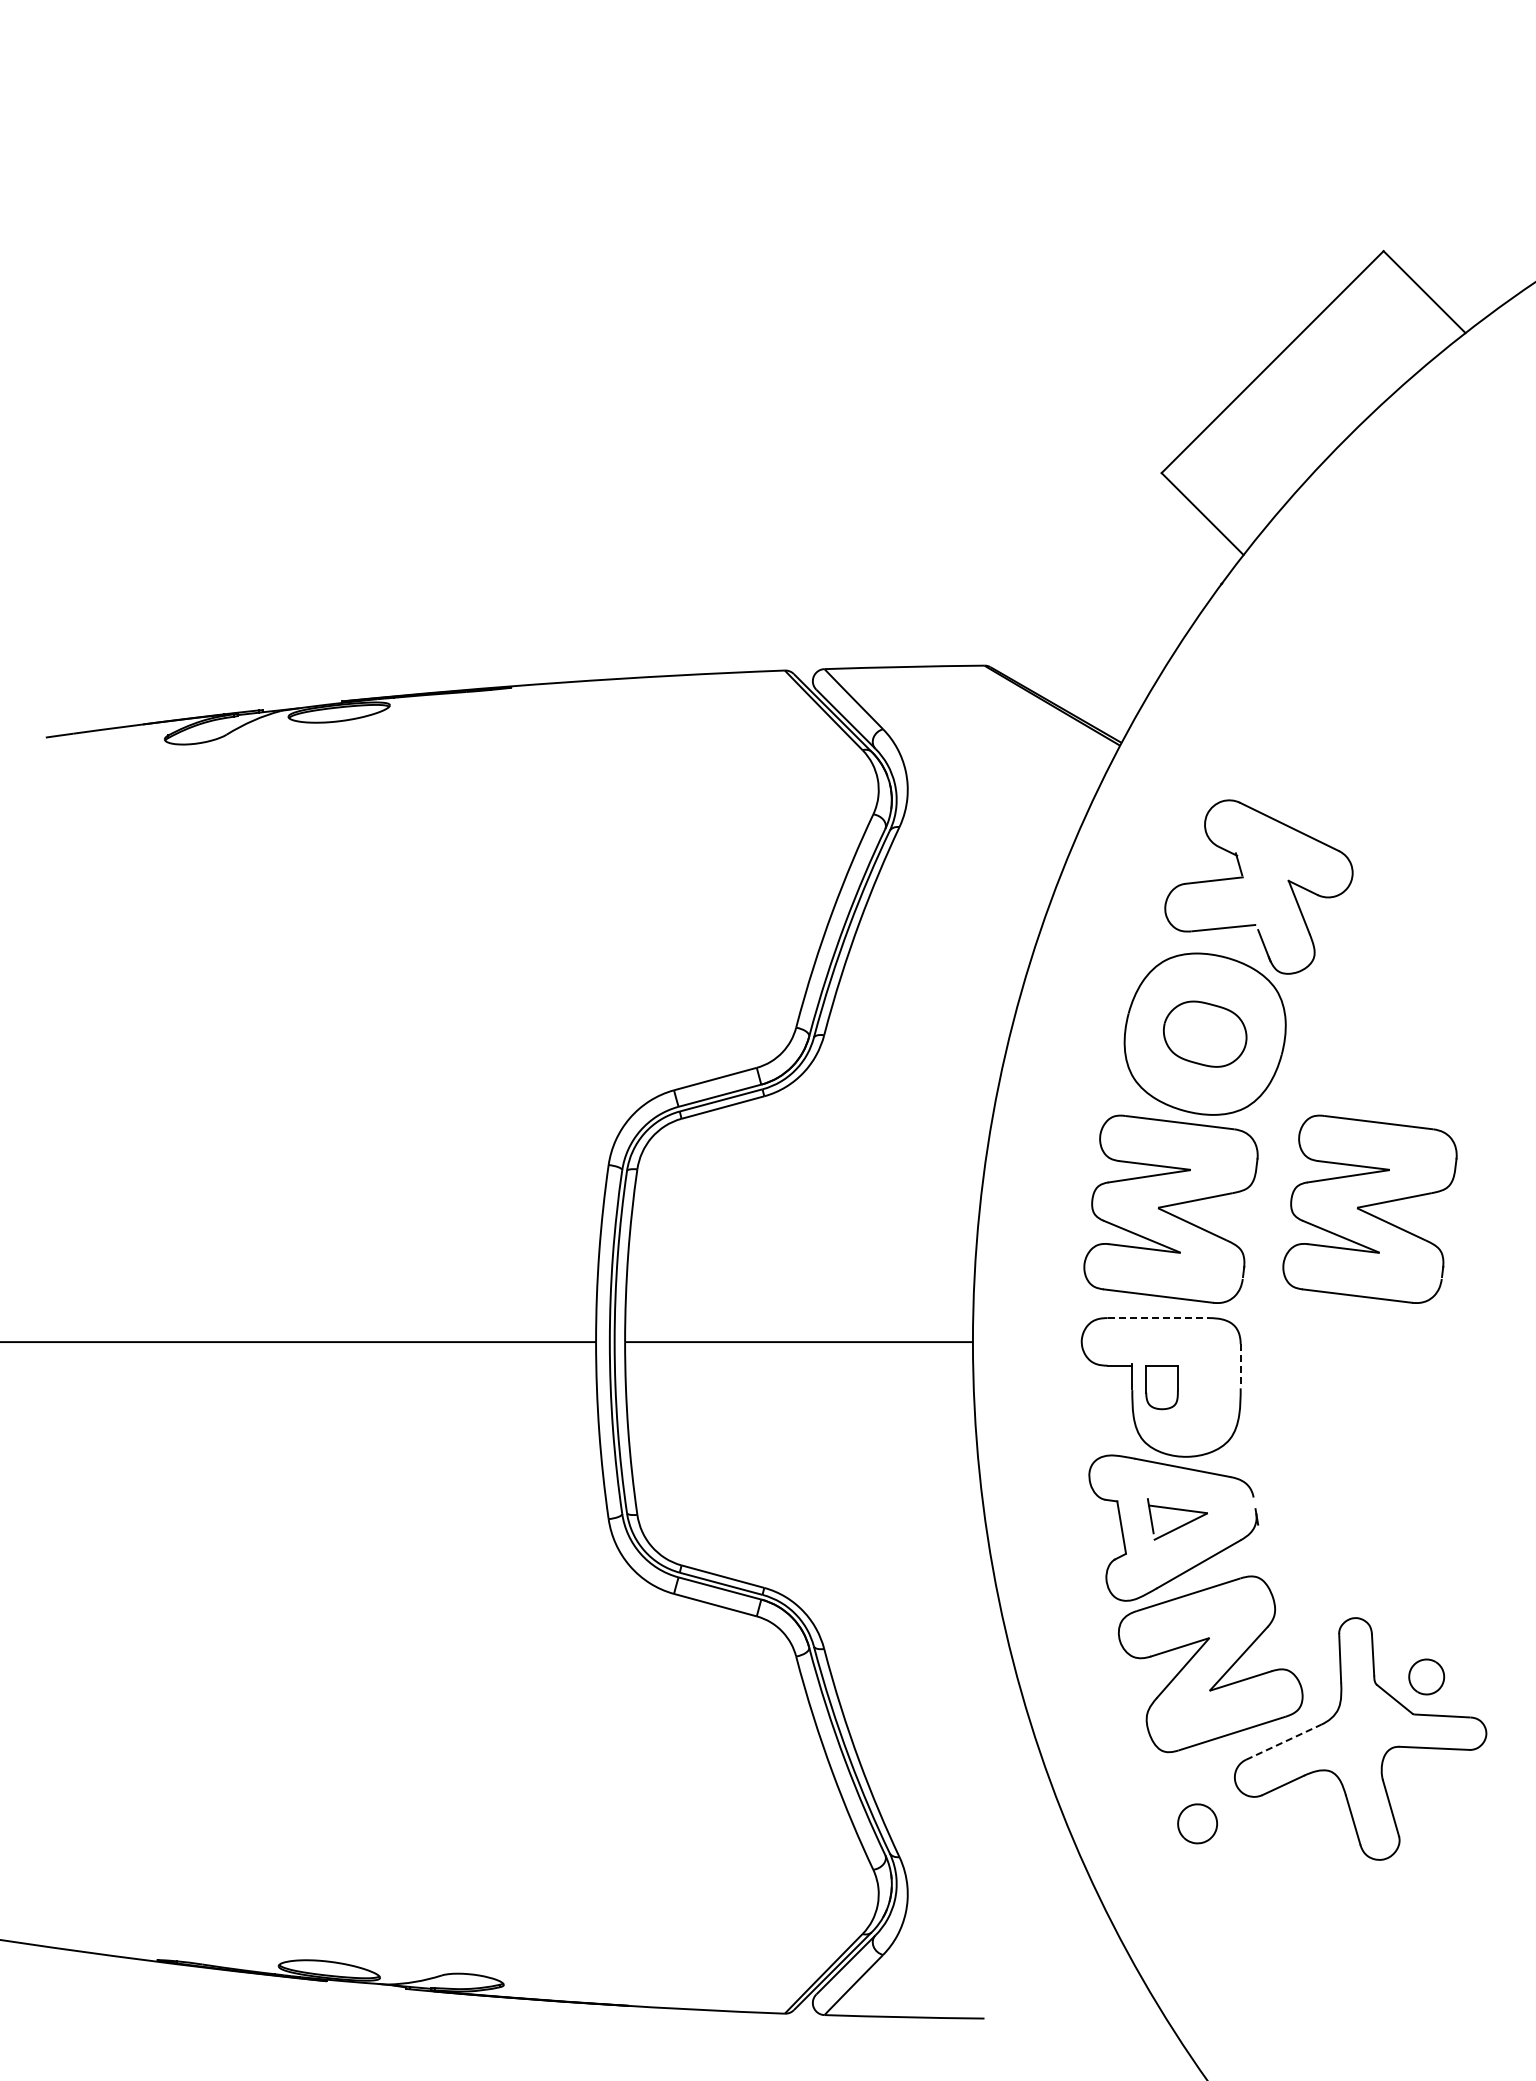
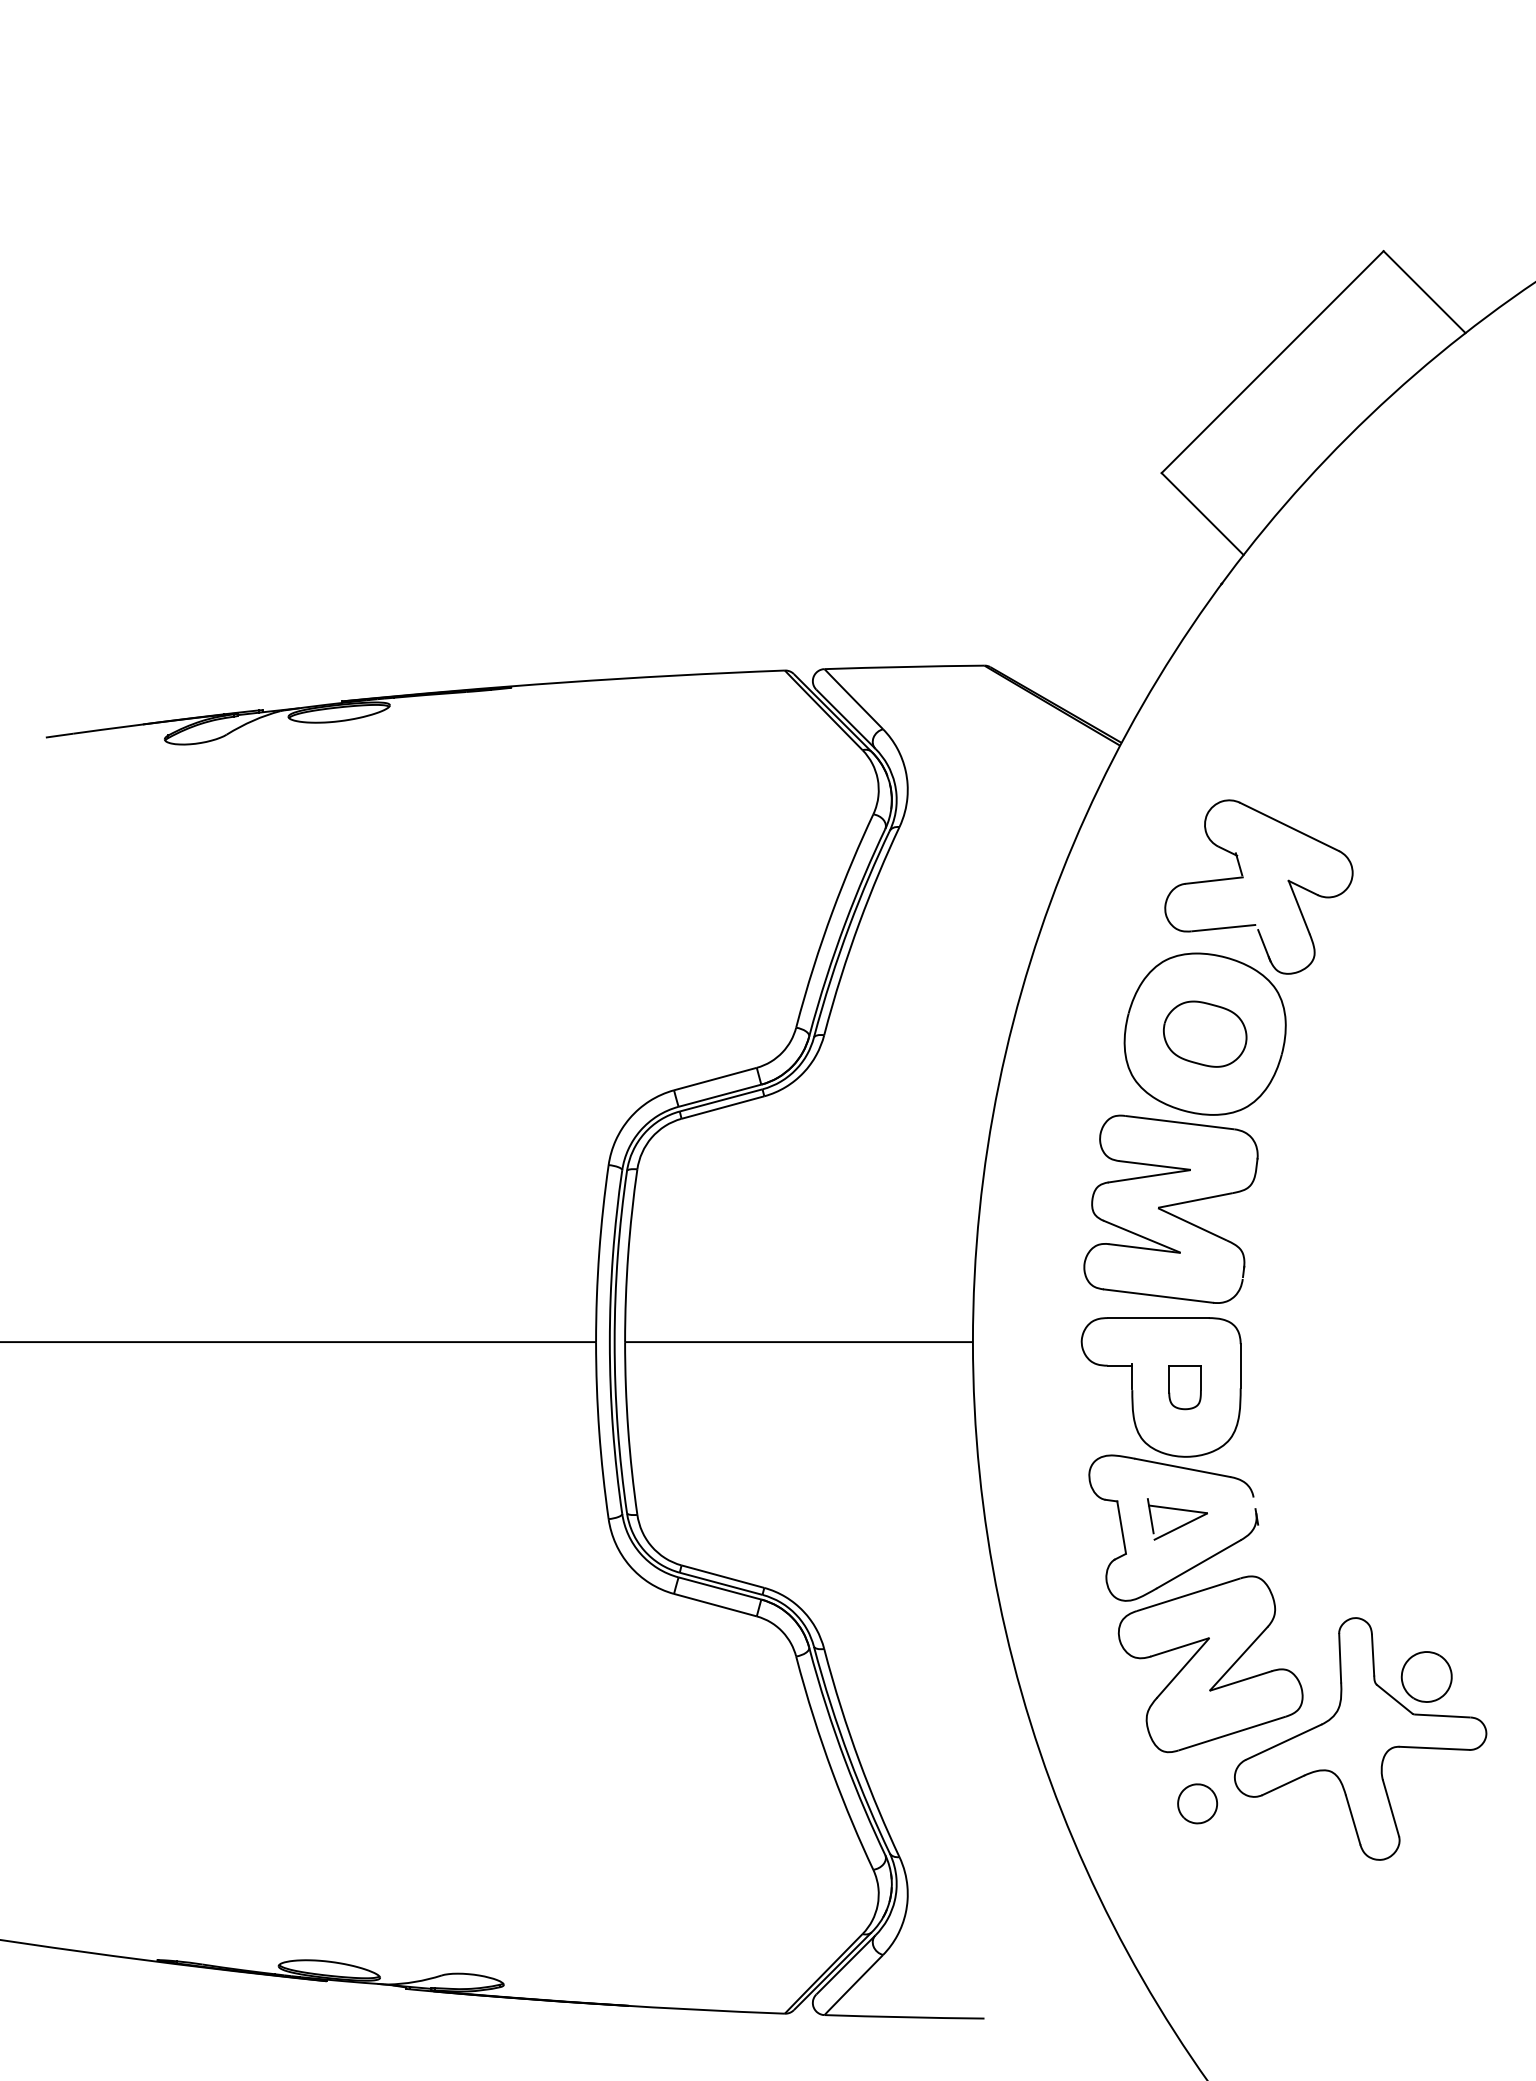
part at (1369, 1208): present -> none
line at (1158, 1318): dashed -> solid
line at (1240, 1366): dashed -> solid
part at (1161, 1387) position: (1161, 1387) -> (1184, 1387)
part at (1426, 1676) size: 38x38 px -> 53x52 px
line at (1284, 1742): dashed -> solid
part at (1197, 1823) position: (1197, 1823) -> (1197, 1803)
